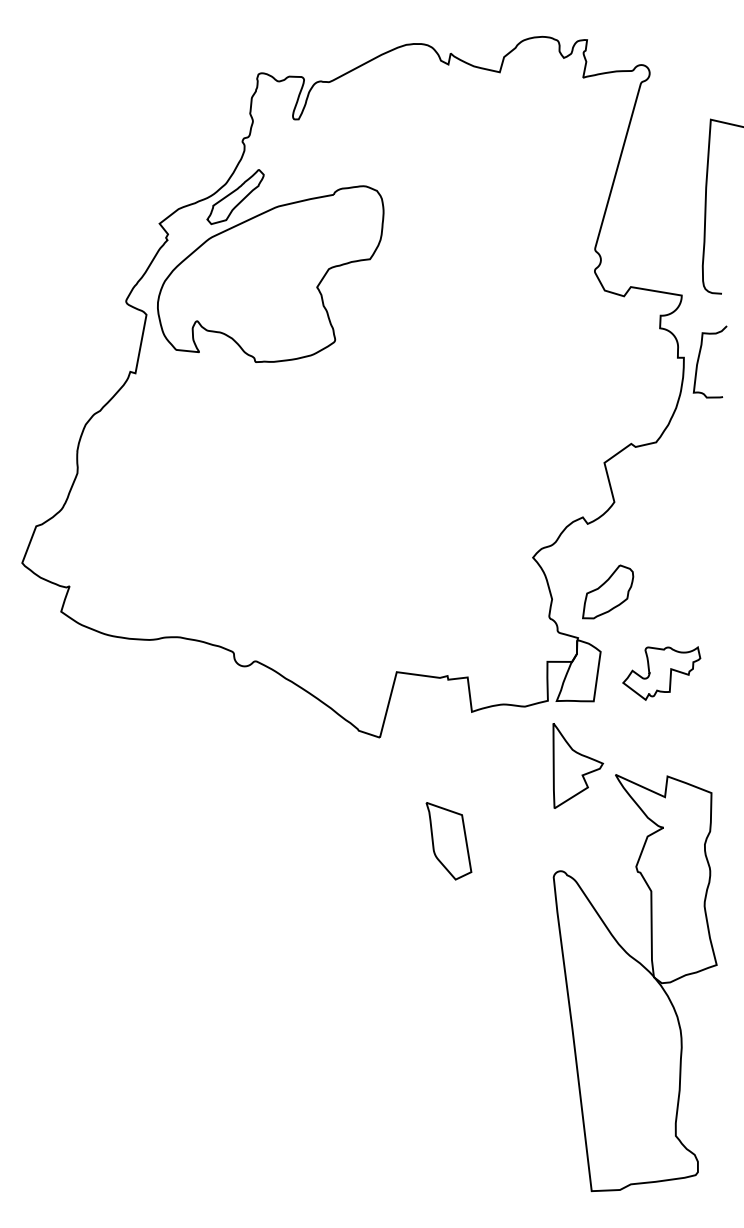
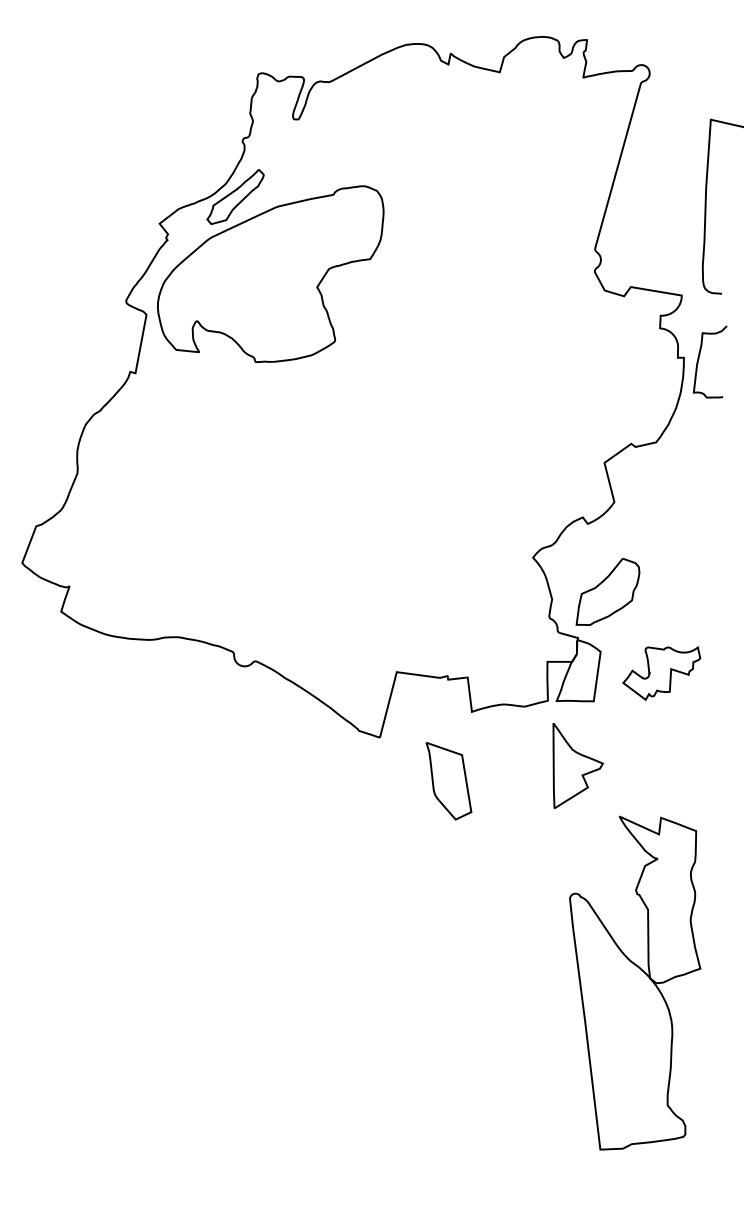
part at (608, 591) size: 53x56 px -> 66x69 px
part at (448, 841) position: (448, 841) -> (448, 781)
part at (634, 983) size: 166x419 px -> 133x336 px
